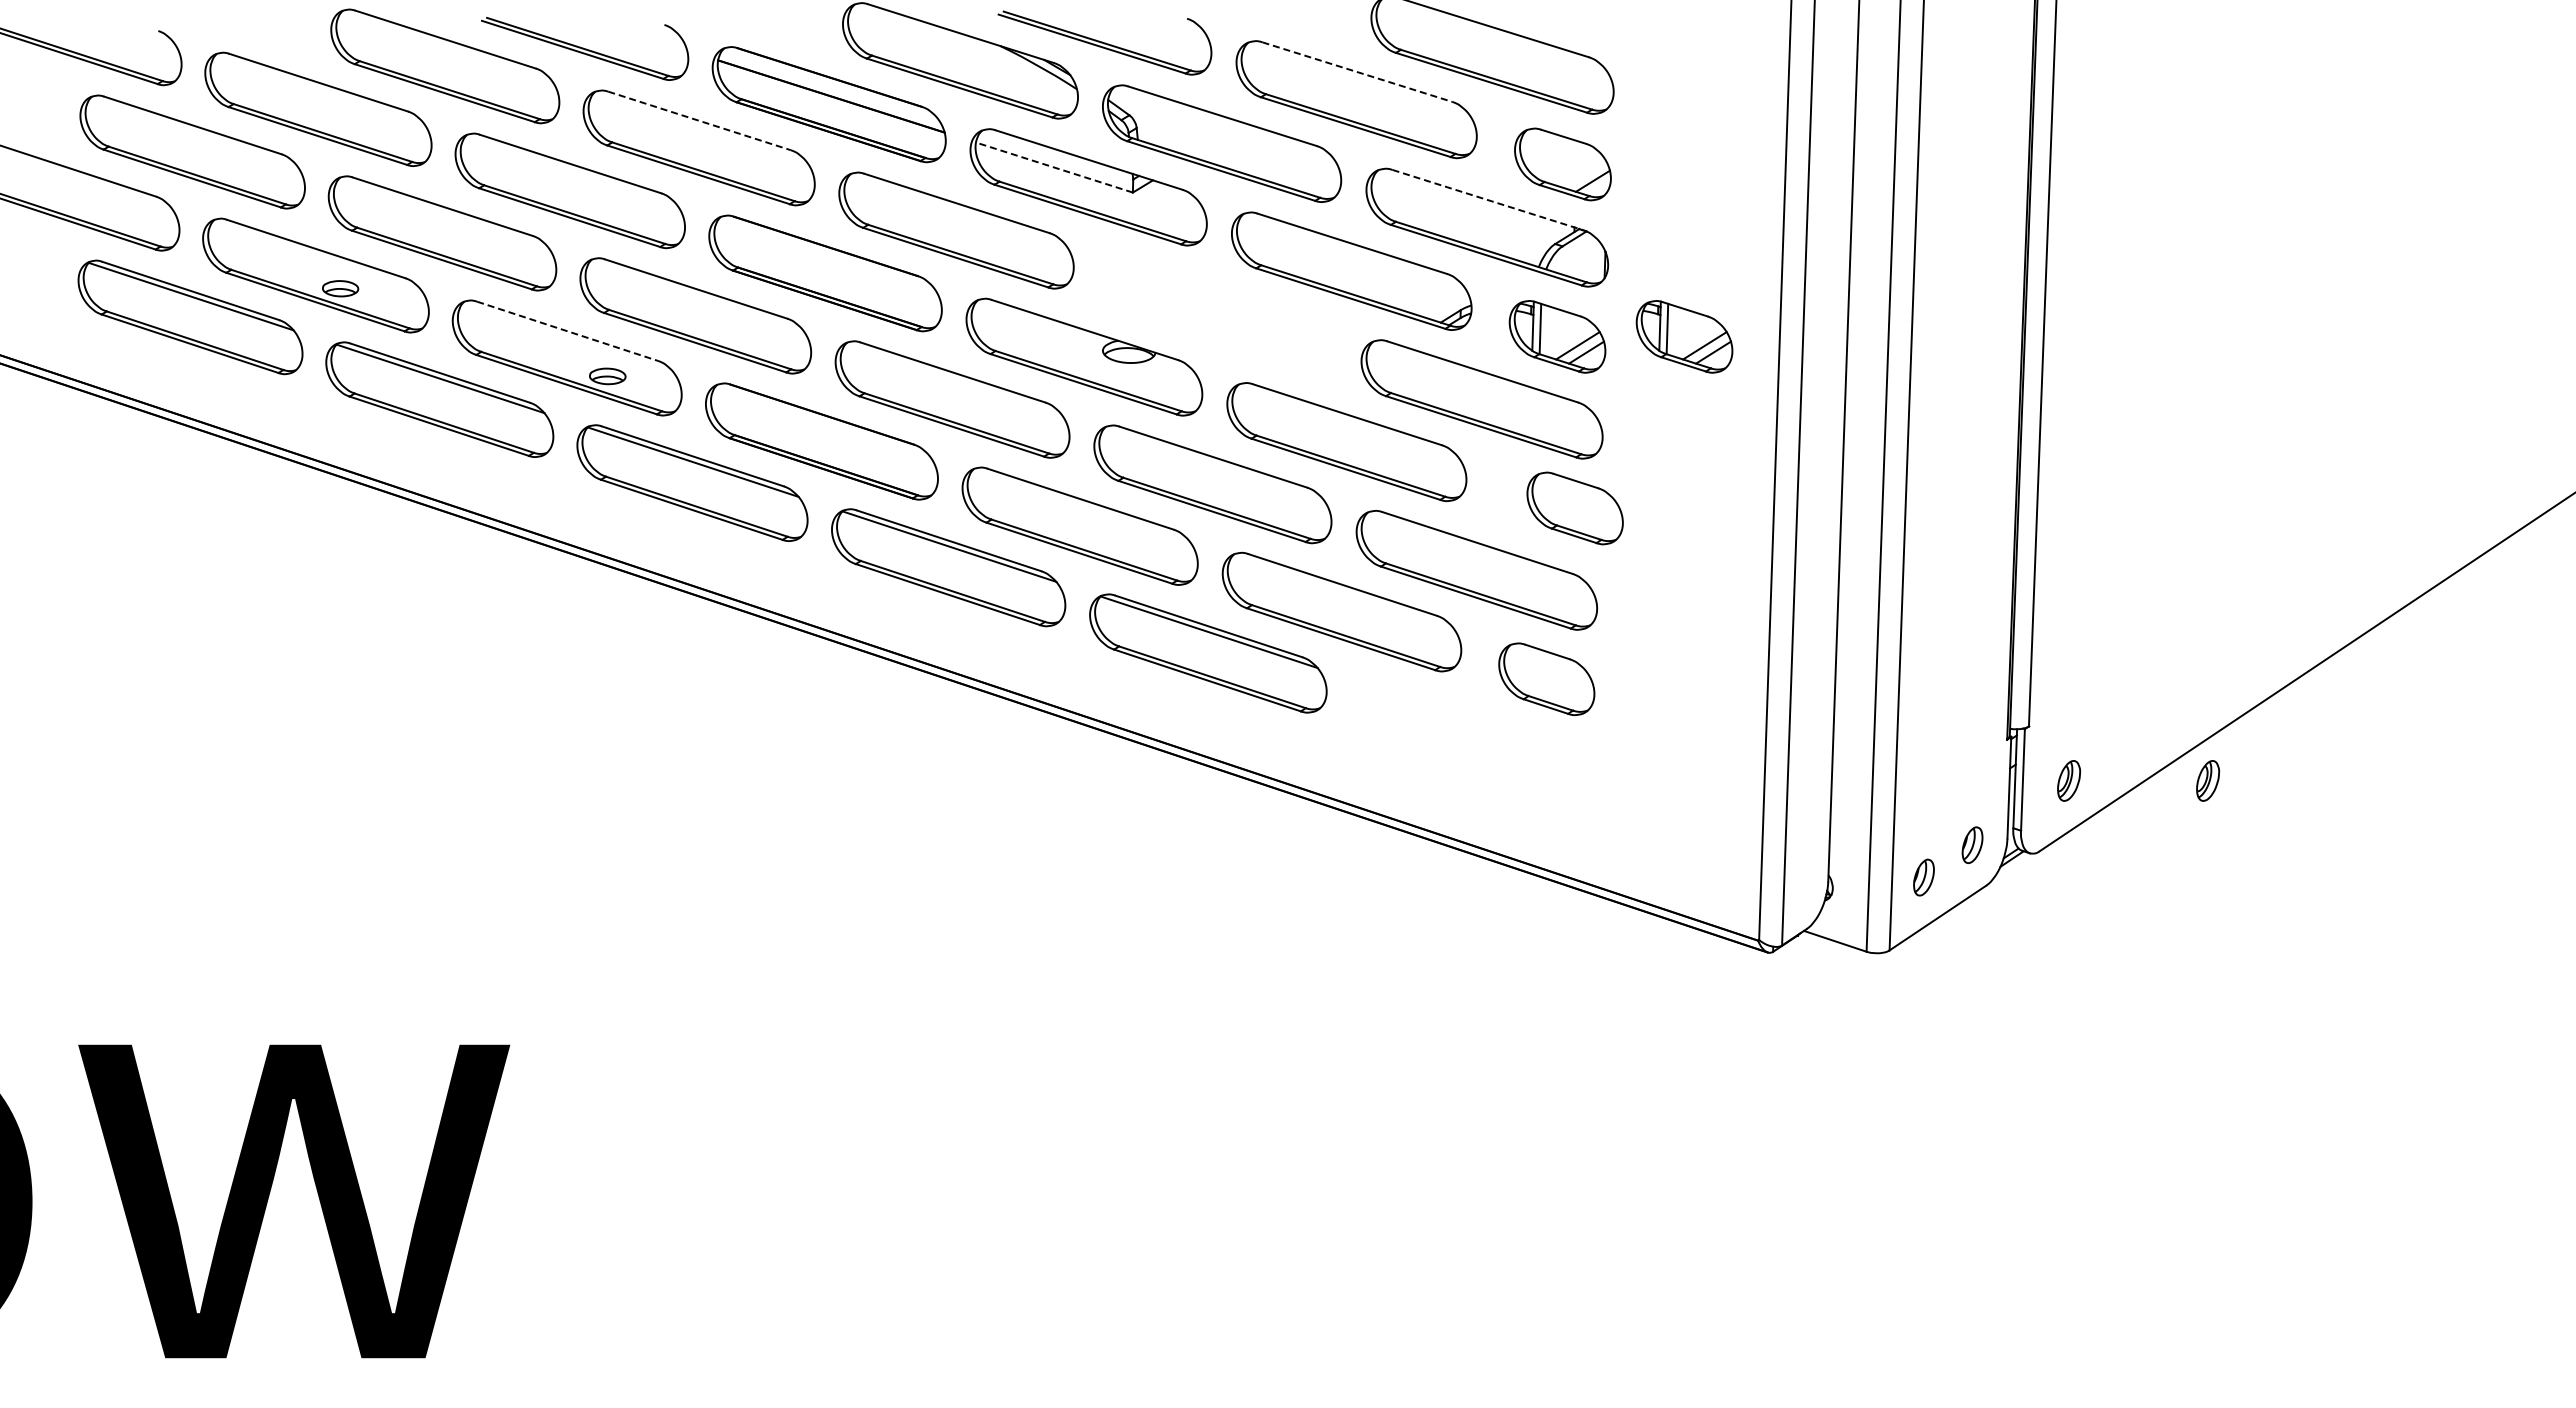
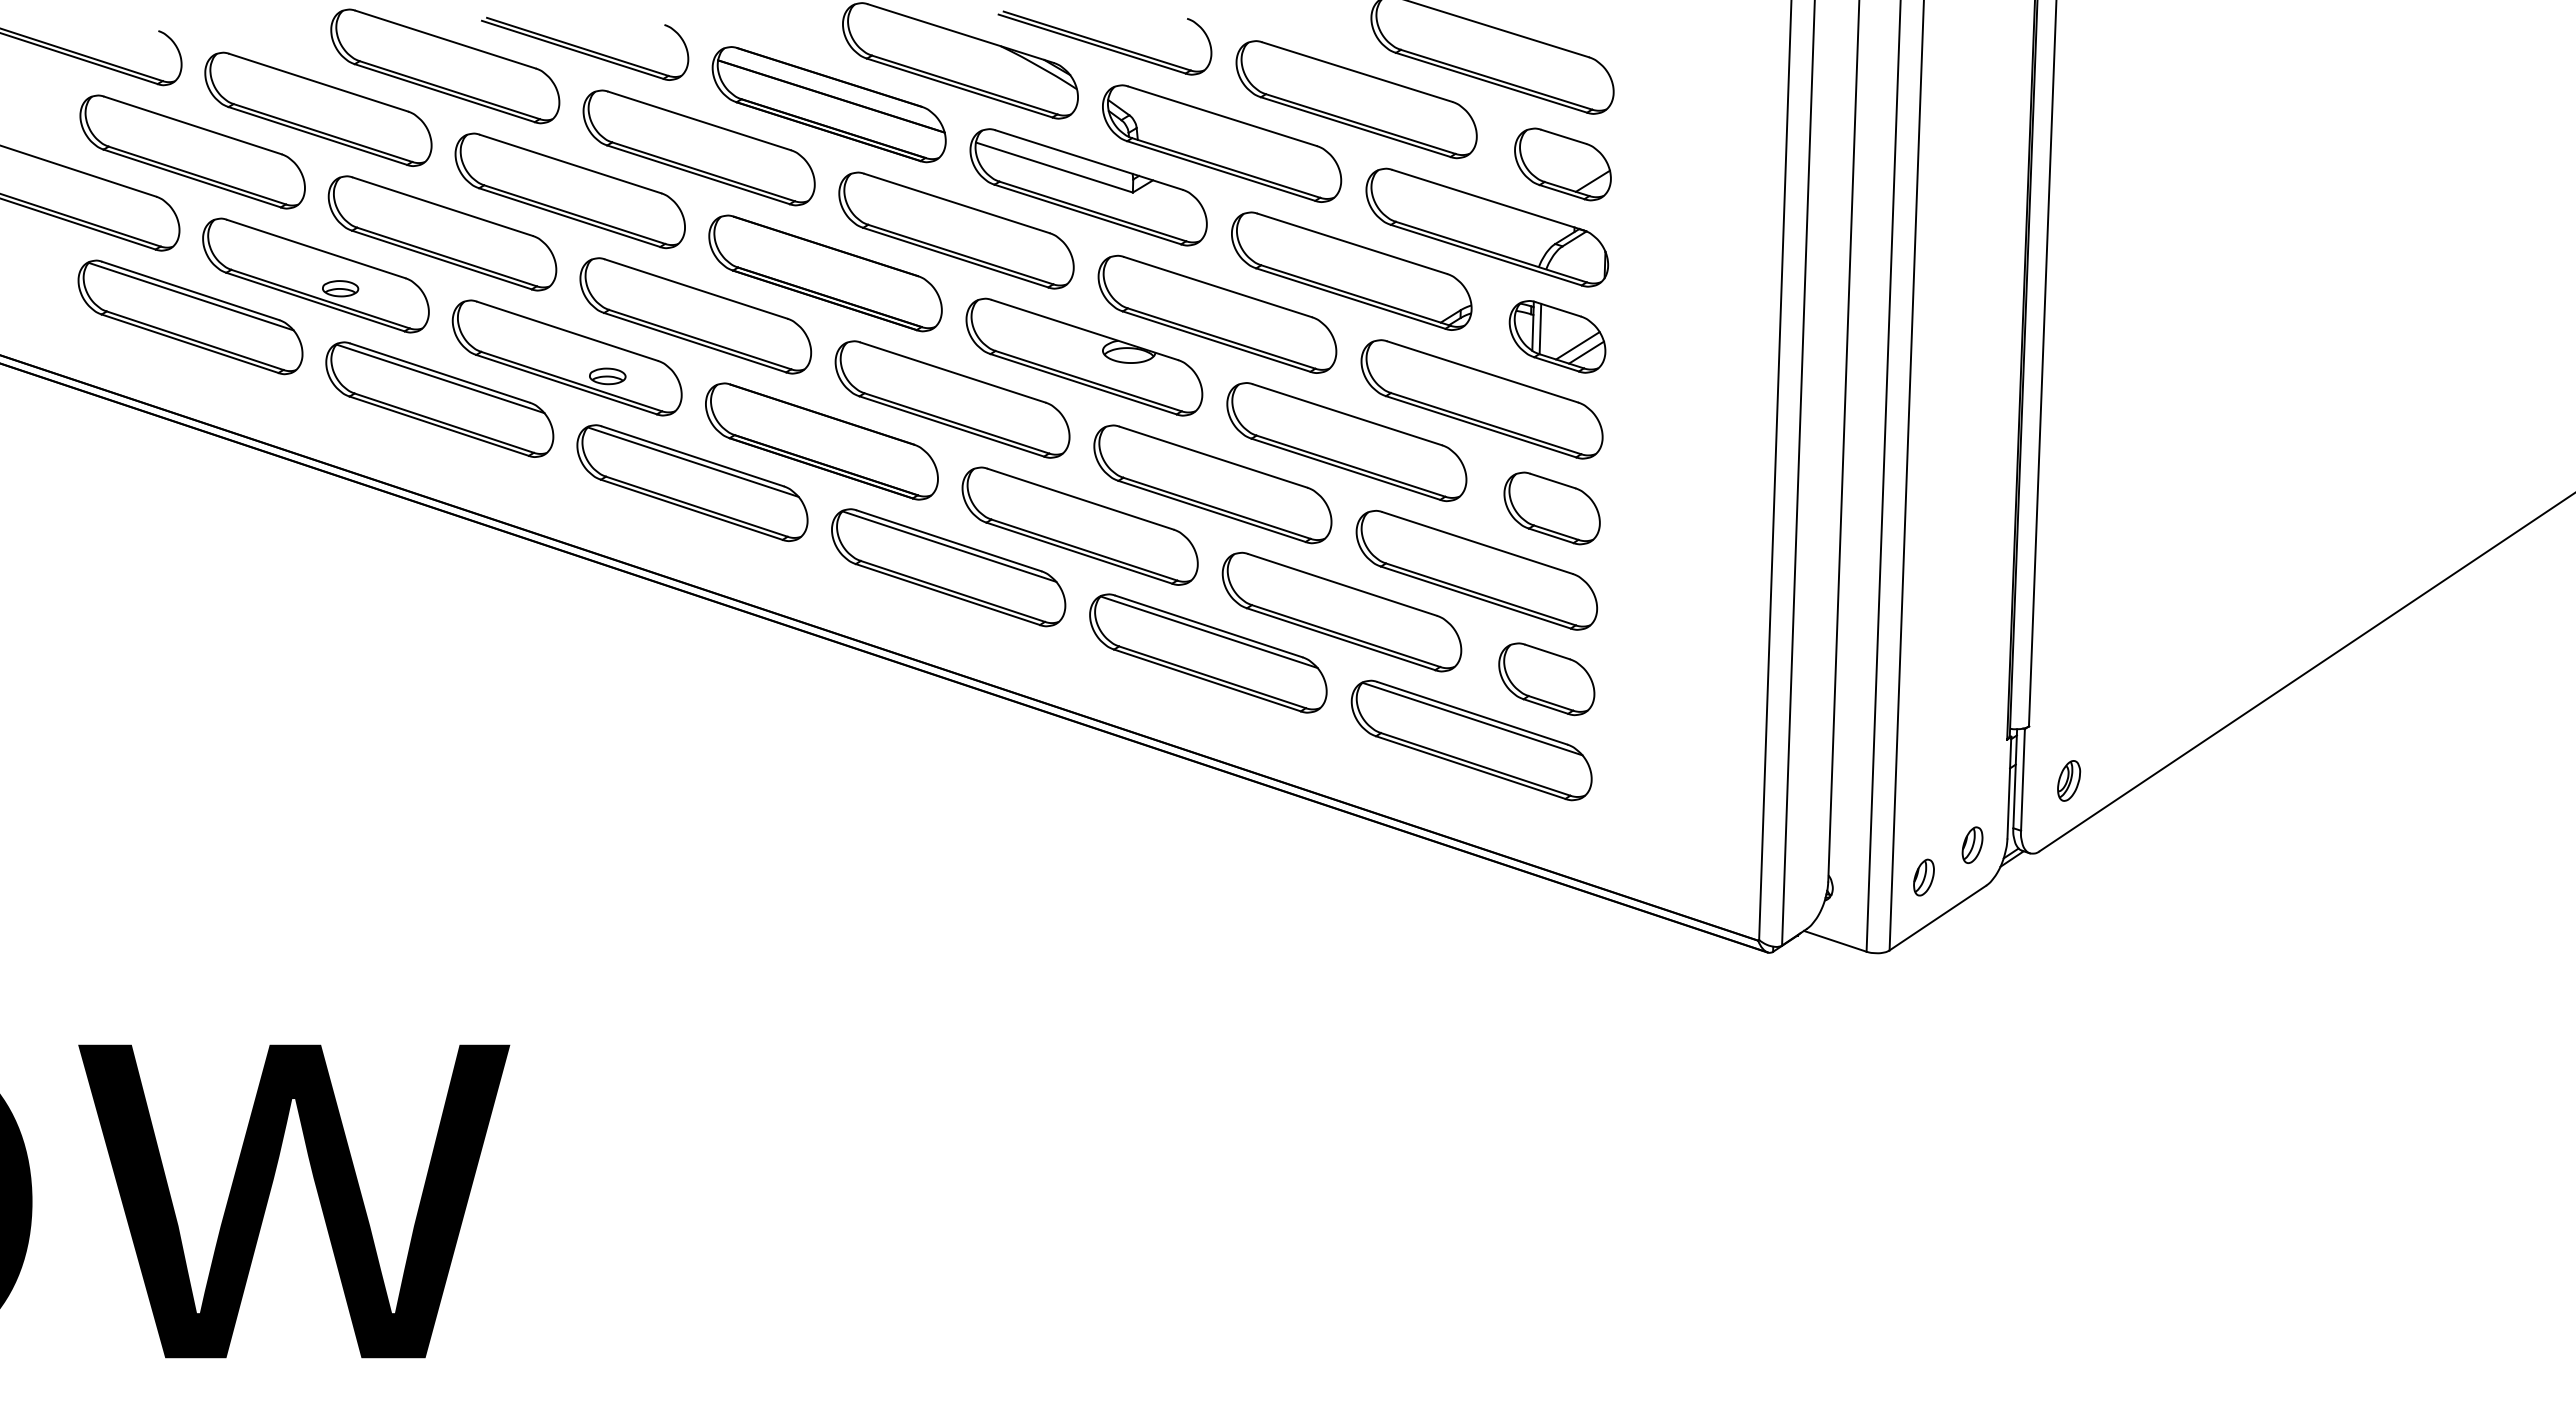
line at (1357, 72): dashed -> solid
line at (699, 120): dashed -> solid
line at (1053, 167): dashed -> solid
line at (1488, 200): dashed -> solid
part at (1217, 313): none -> present
line at (568, 331): dashed -> solid
part at (1684, 336): present -> none
part at (1574, 508) position: (1574, 508) -> (1551, 508)
part at (1471, 740): none -> present
part at (2208, 780): present -> none
